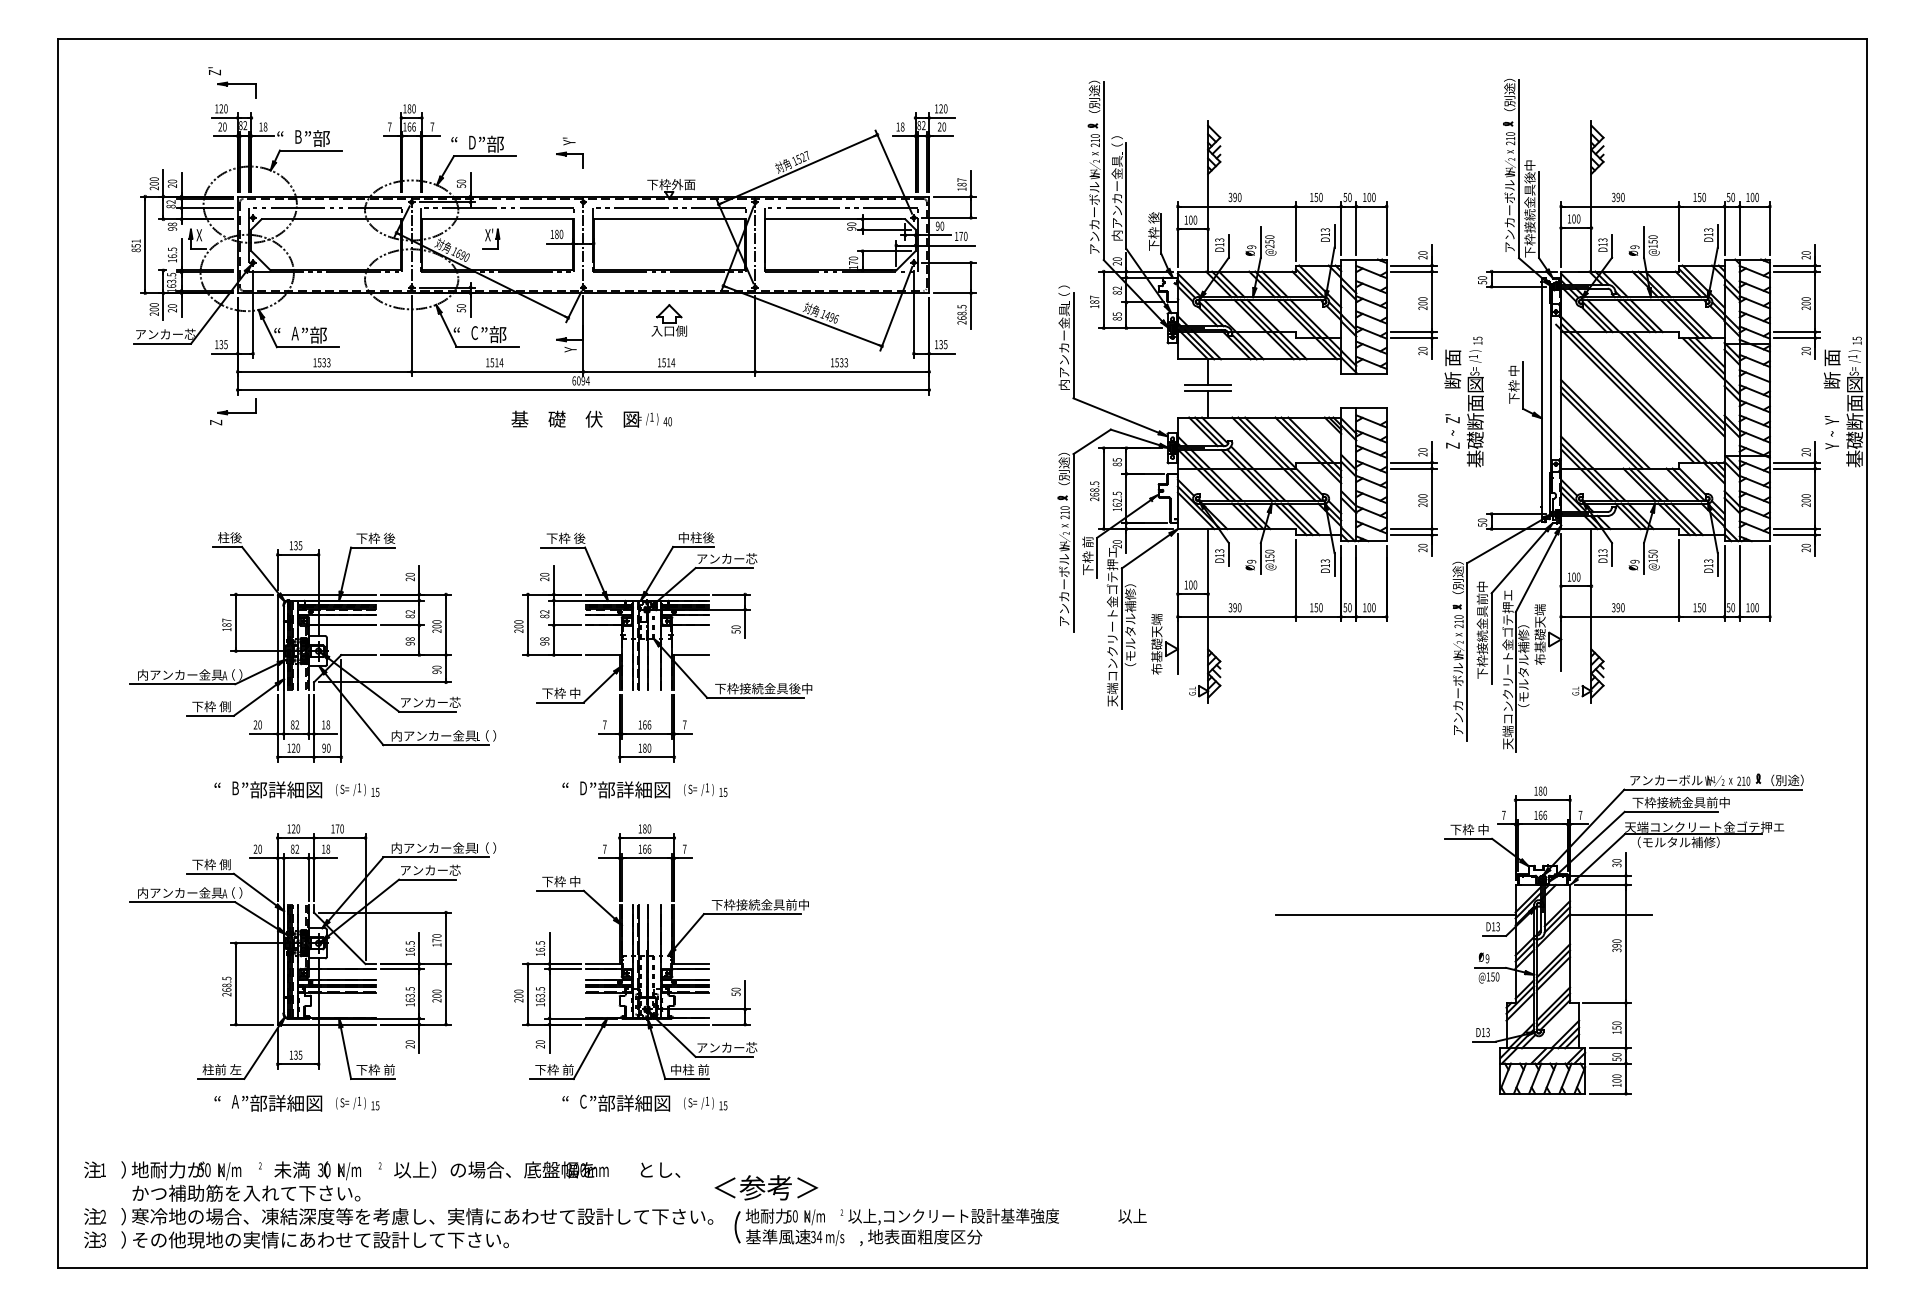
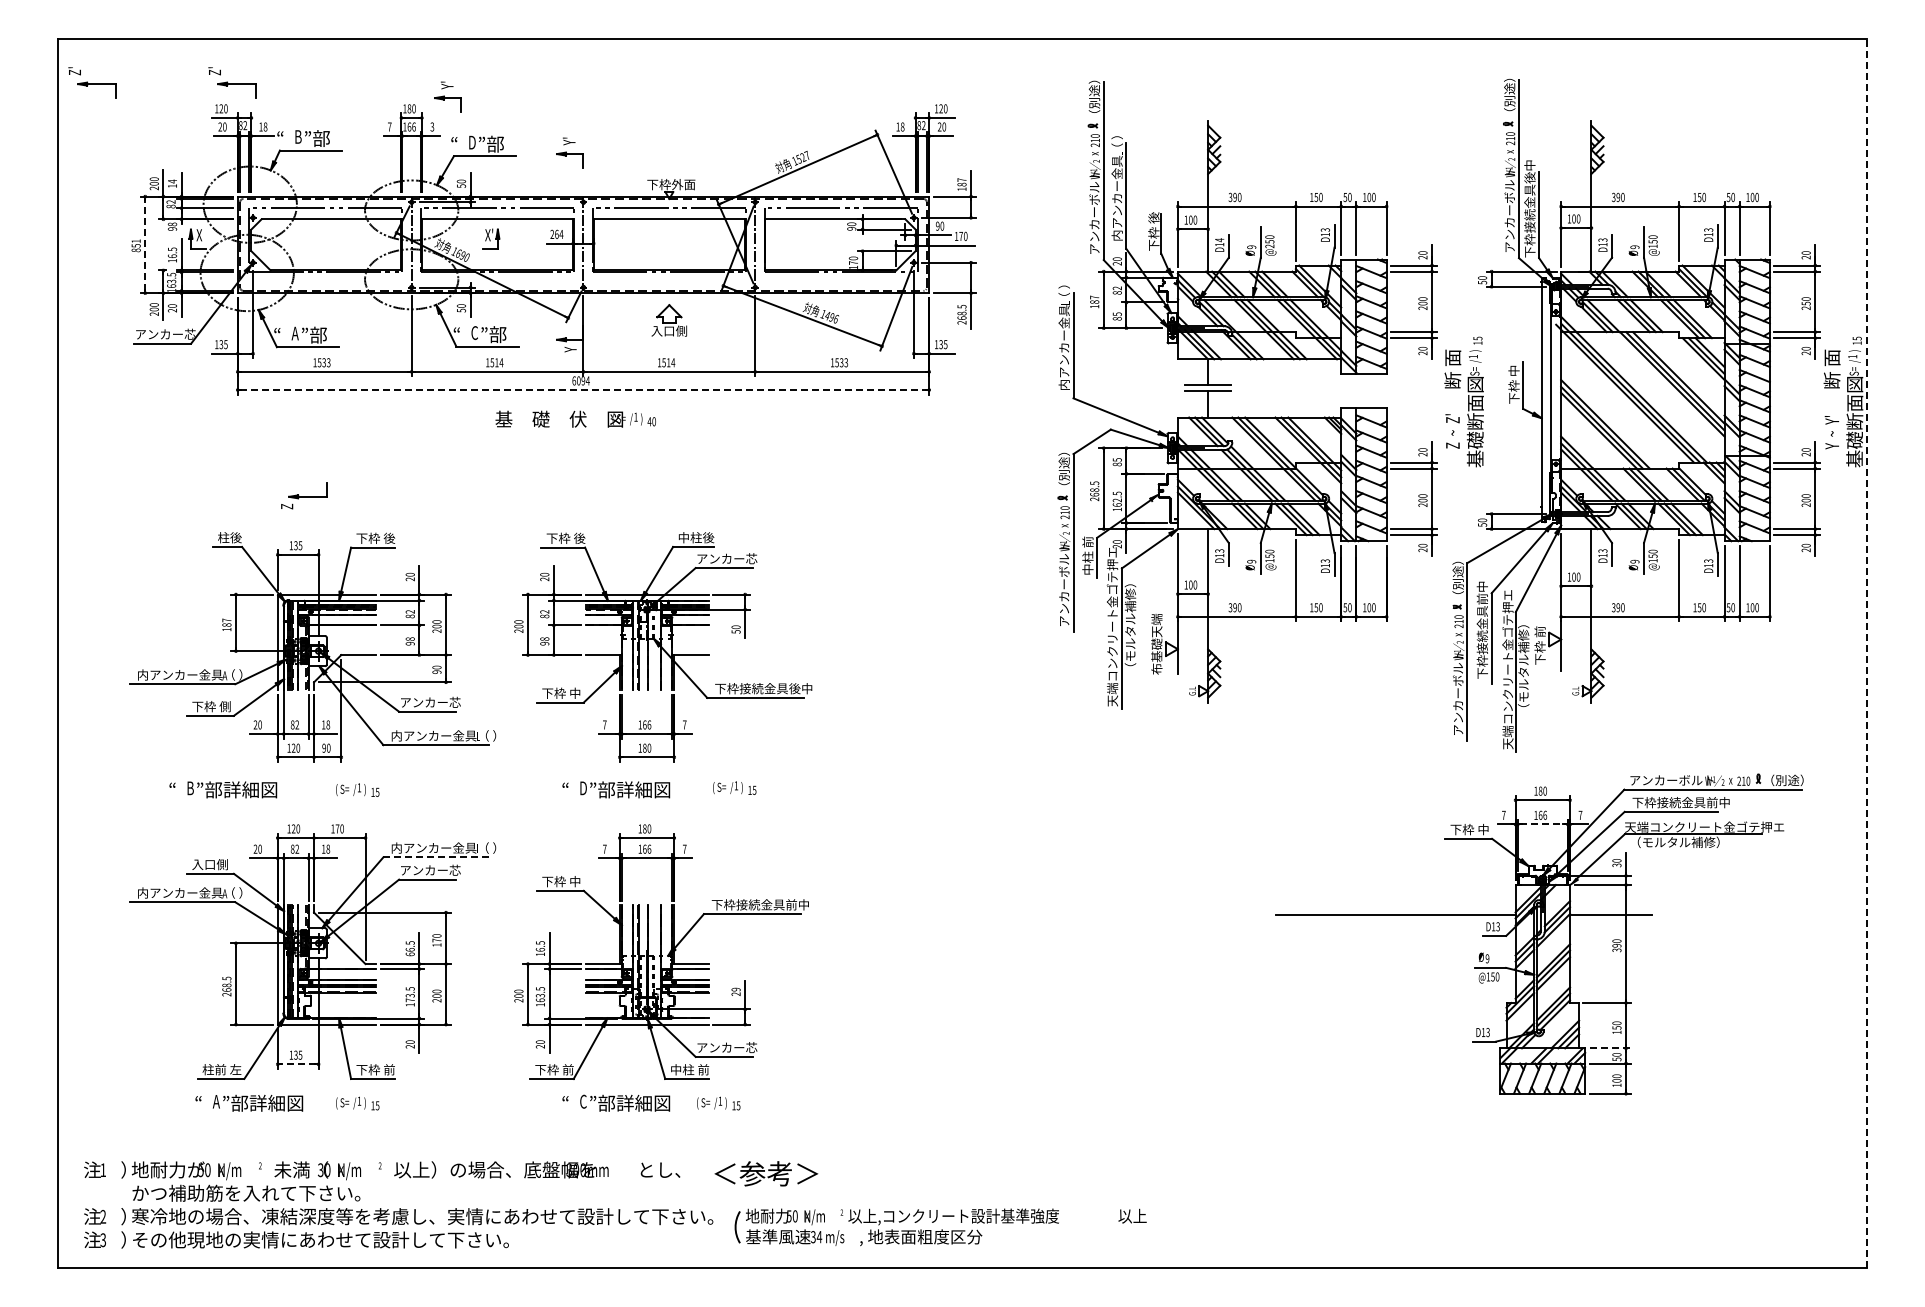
part at (92, 82): none -> present
part at (447, 96): none -> present
text at (432, 126): 7 -> 3
text at (172, 183): 20 -> 14
text at (556, 234): 180 -> 264
text at (1219, 240): D13 -> D14
line at (145, 244): solid -> dashed
text at (1805, 303): 200 -> 250
line at (583, 390): solid -> dashed
part at (233, 411) position: (233, 411) -> (304, 495)
text at (591, 418) position: (591, 418) -> (575, 418)
text at (1087, 563): 下枠 前 -> 中柱 前
text at (1539, 634): 布基礎天端 -> 下枠 前
line at (1867, 653): solid -> dashed
text at (268, 789) position: (268, 789) -> (223, 789)
text at (705, 789) position: (705, 789) -> (734, 787)
line at (1542, 824): solid -> dashed
line at (436, 857): solid -> dashed
text at (211, 864): 下枠 側 -> 入口側
text at (409, 954): 16.5 -> 66.5
text at (735, 991): 50 -> 29
text at (409, 1000): 163.5 -> 173.5
line at (1610, 1048): solid -> dashed
line at (297, 1064): solid -> dashed
text at (268, 1102) position: (268, 1102) -> (249, 1102)
text at (705, 1103) position: (705, 1103) -> (718, 1103)
text at (766, 1187) position: (766, 1187) -> (766, 1173)
